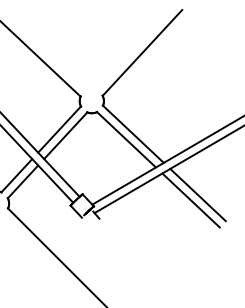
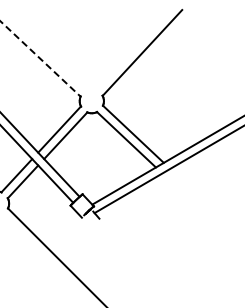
line at (40, 59): solid -> dashed
line at (197, 194): present -> none
line at (190, 200): present -> none
